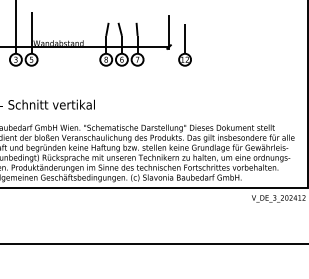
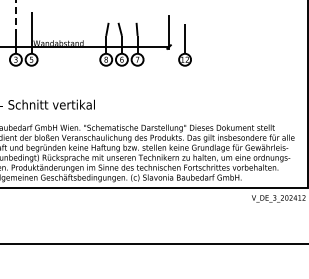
line at (15, 18): solid -> dashed
